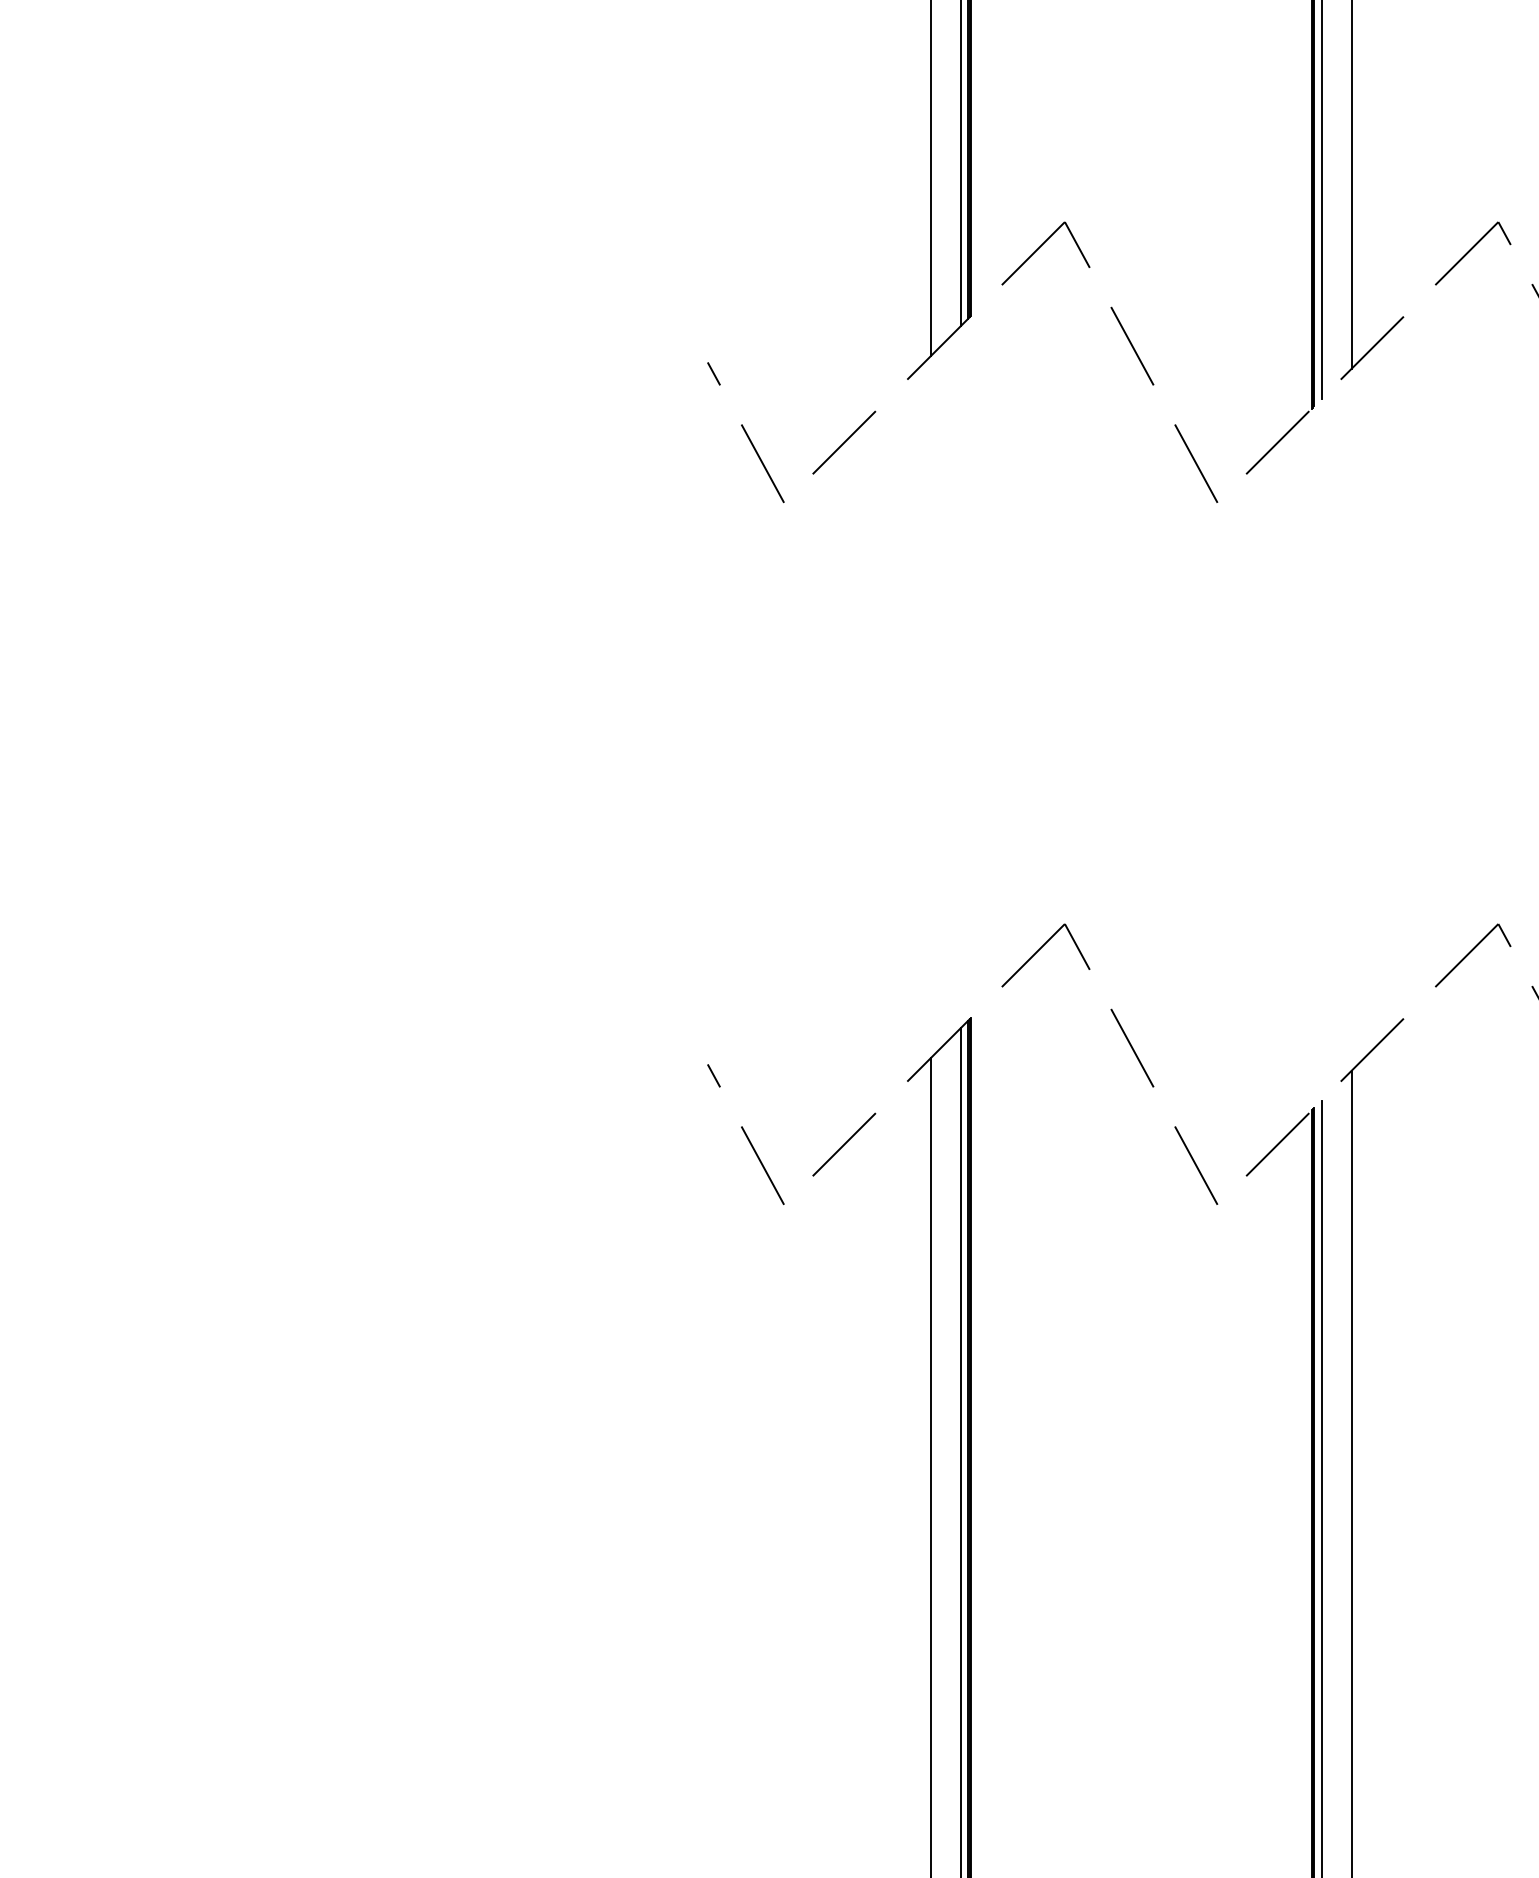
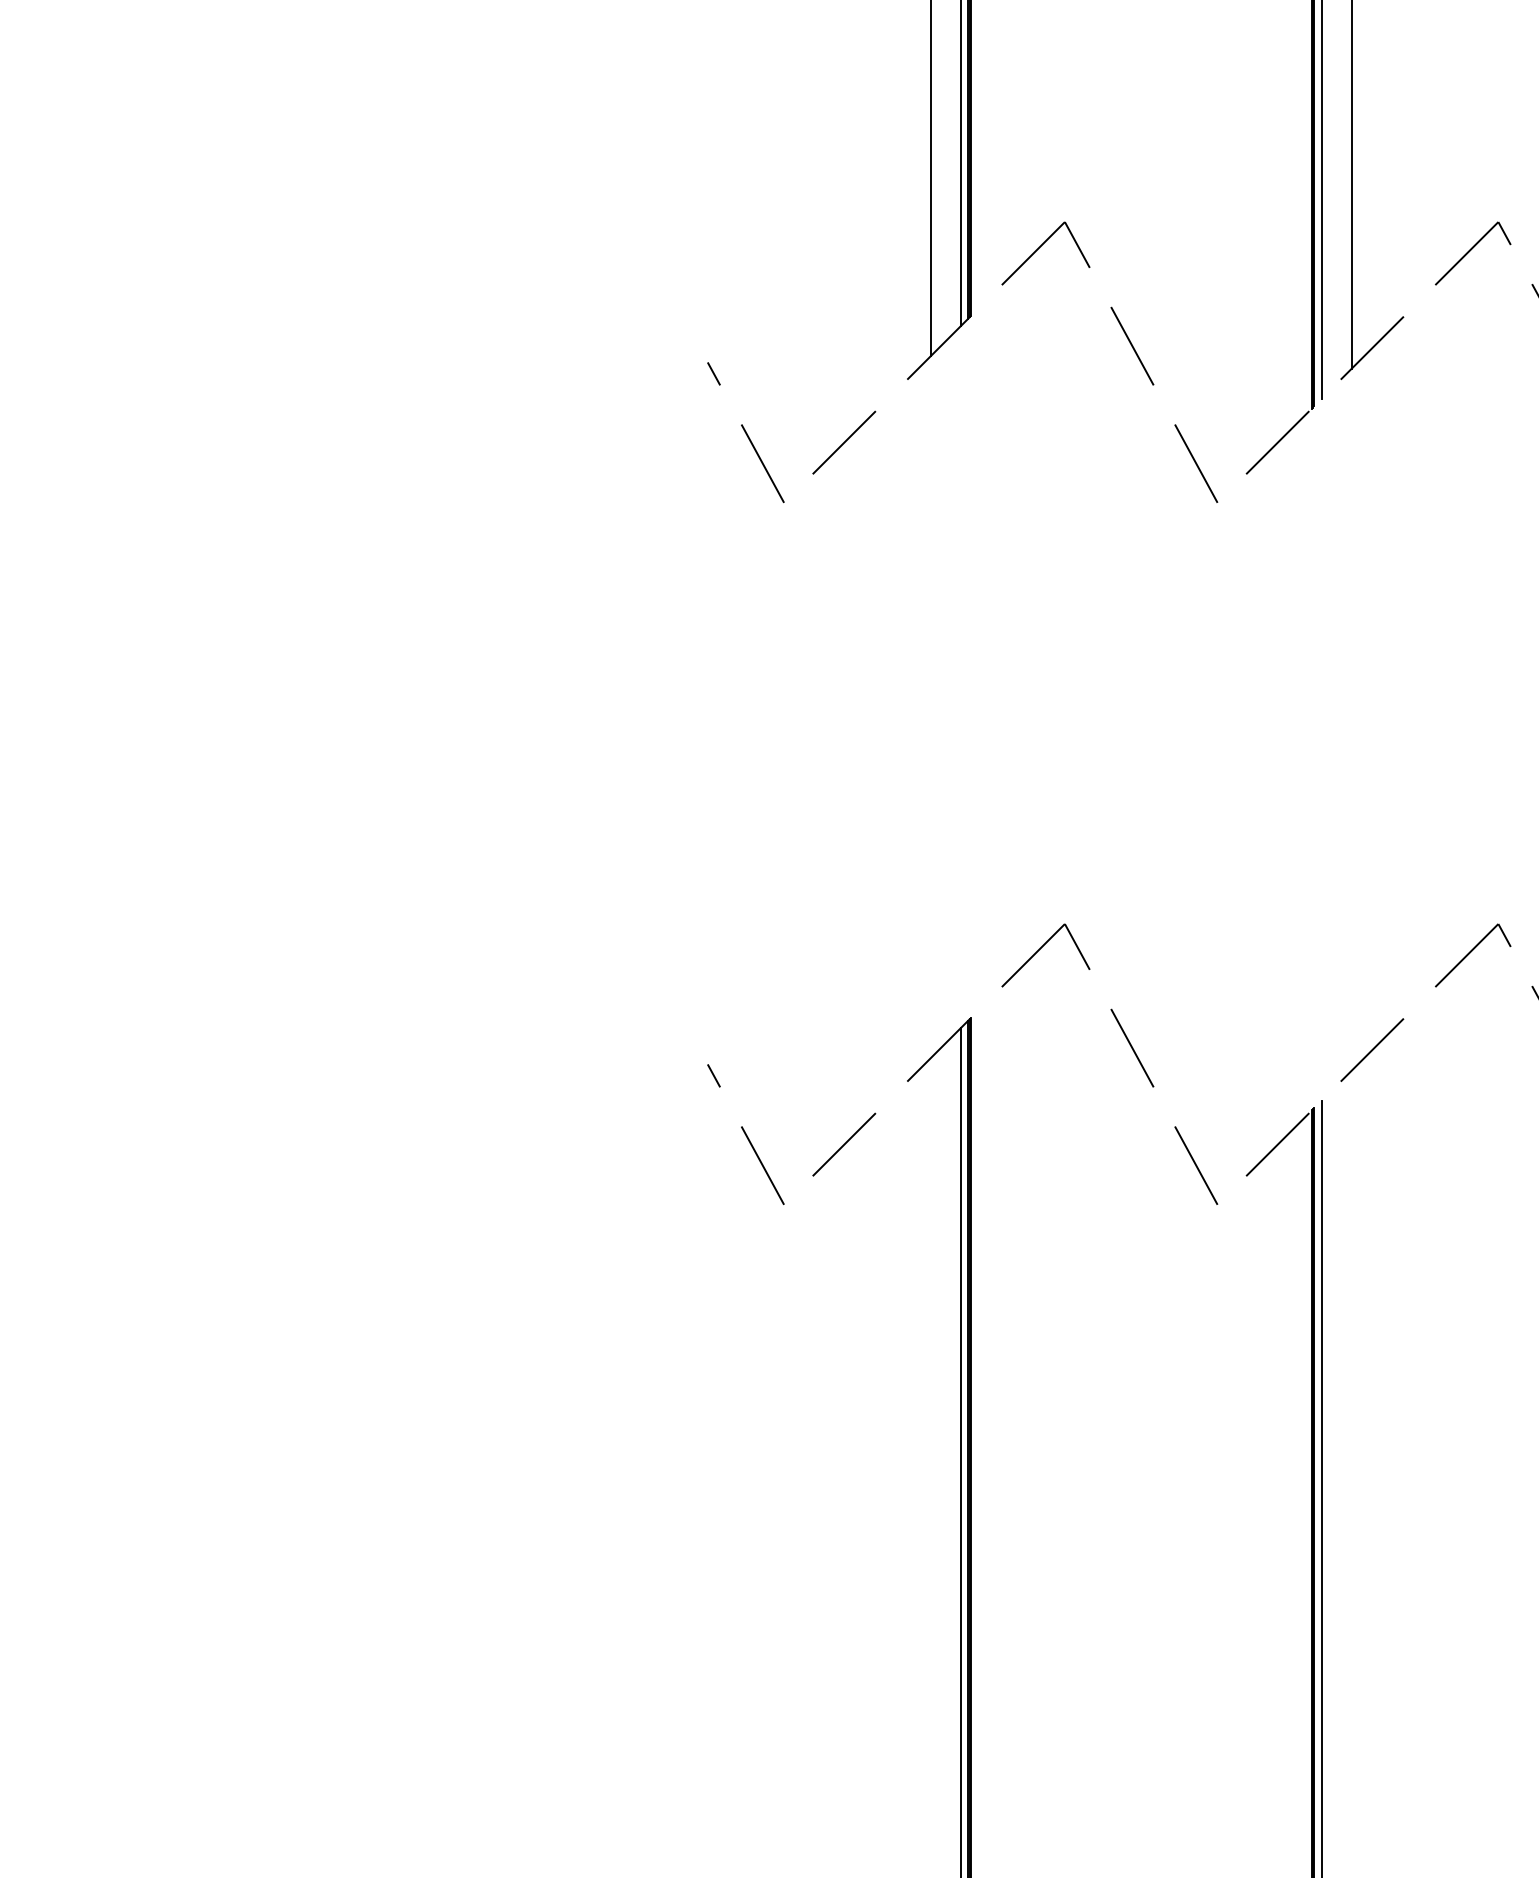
line at (930, 1466): present -> none
line at (1351, 1472): present -> none
